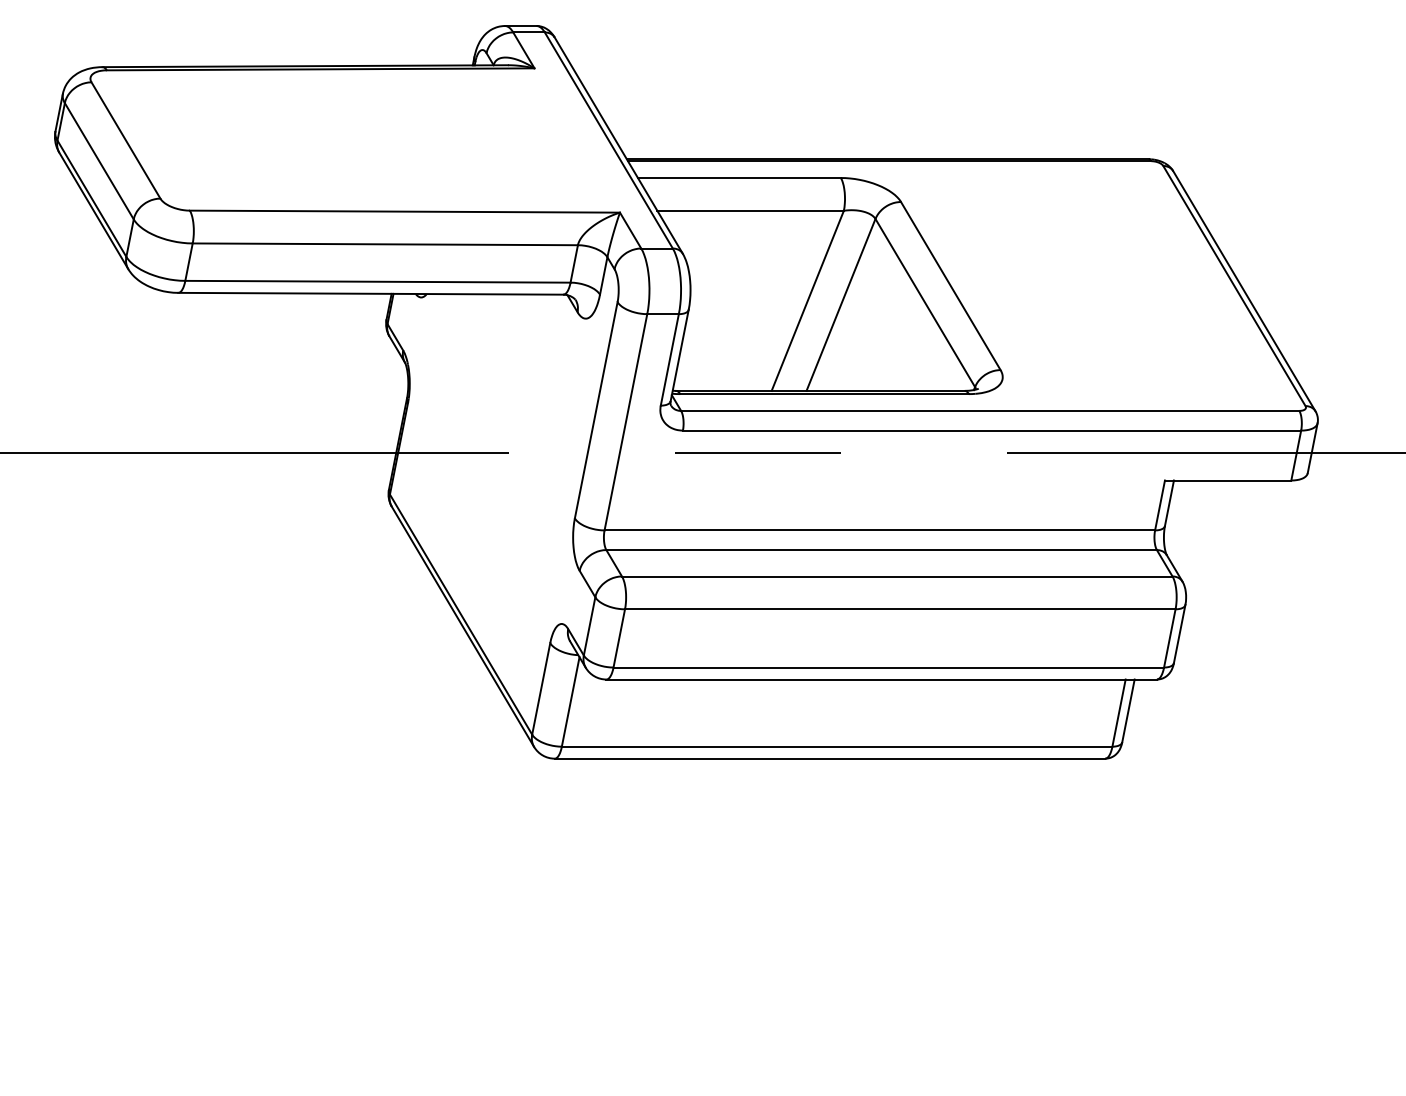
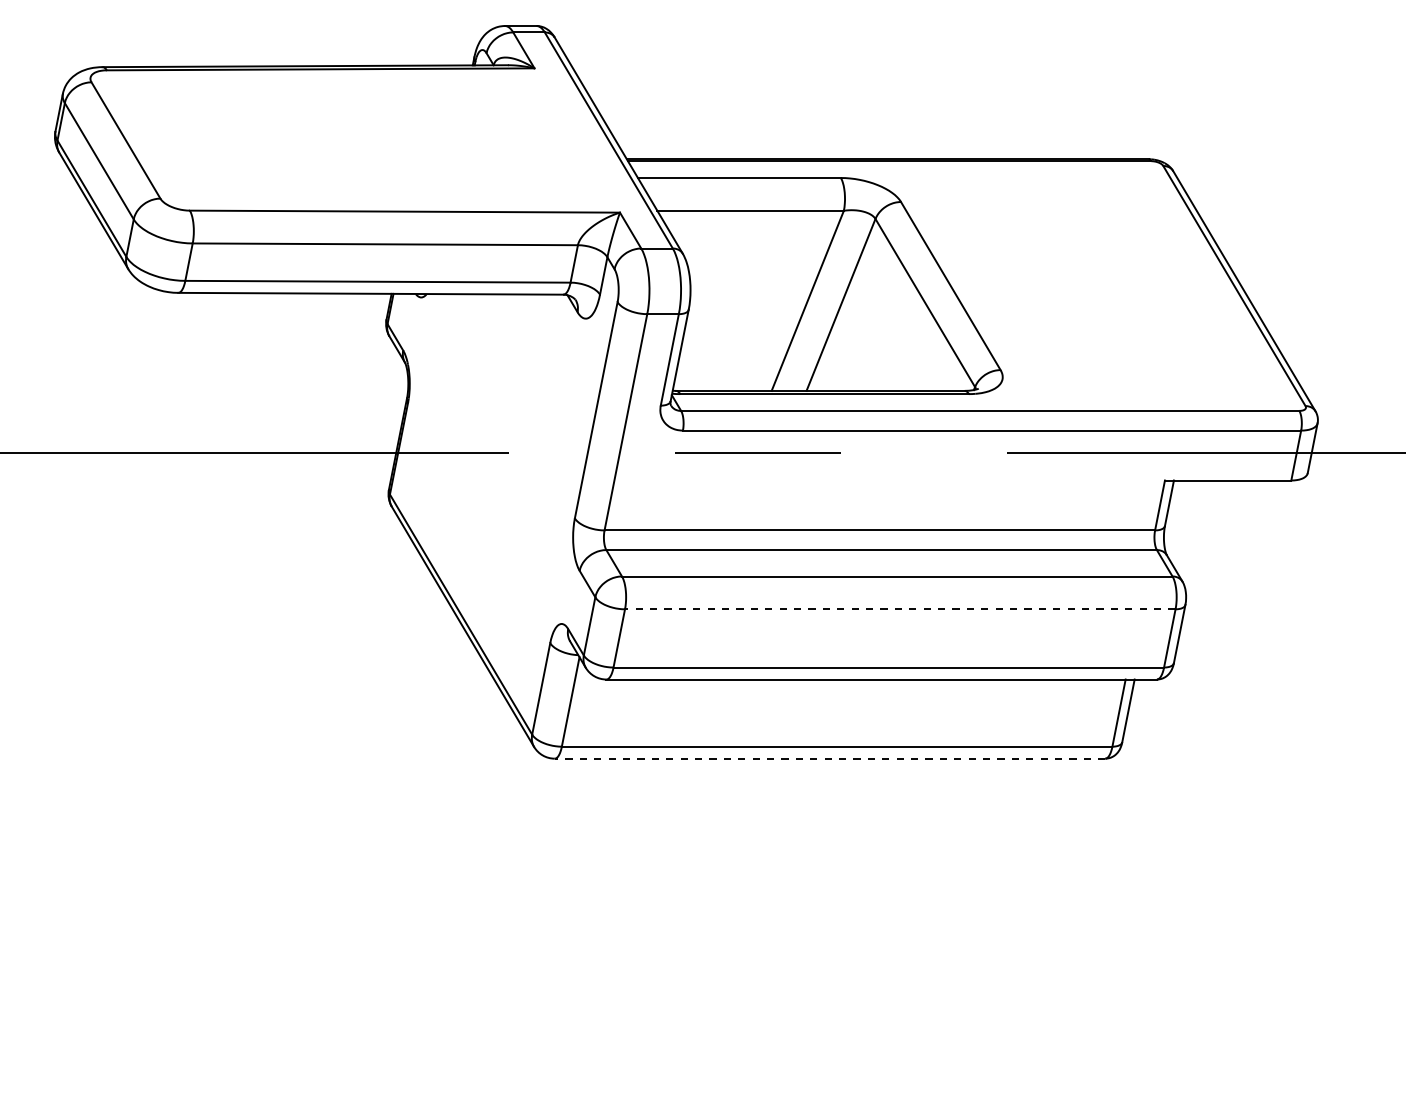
line at (899, 609): solid -> dashed
line at (829, 758): solid -> dashed
